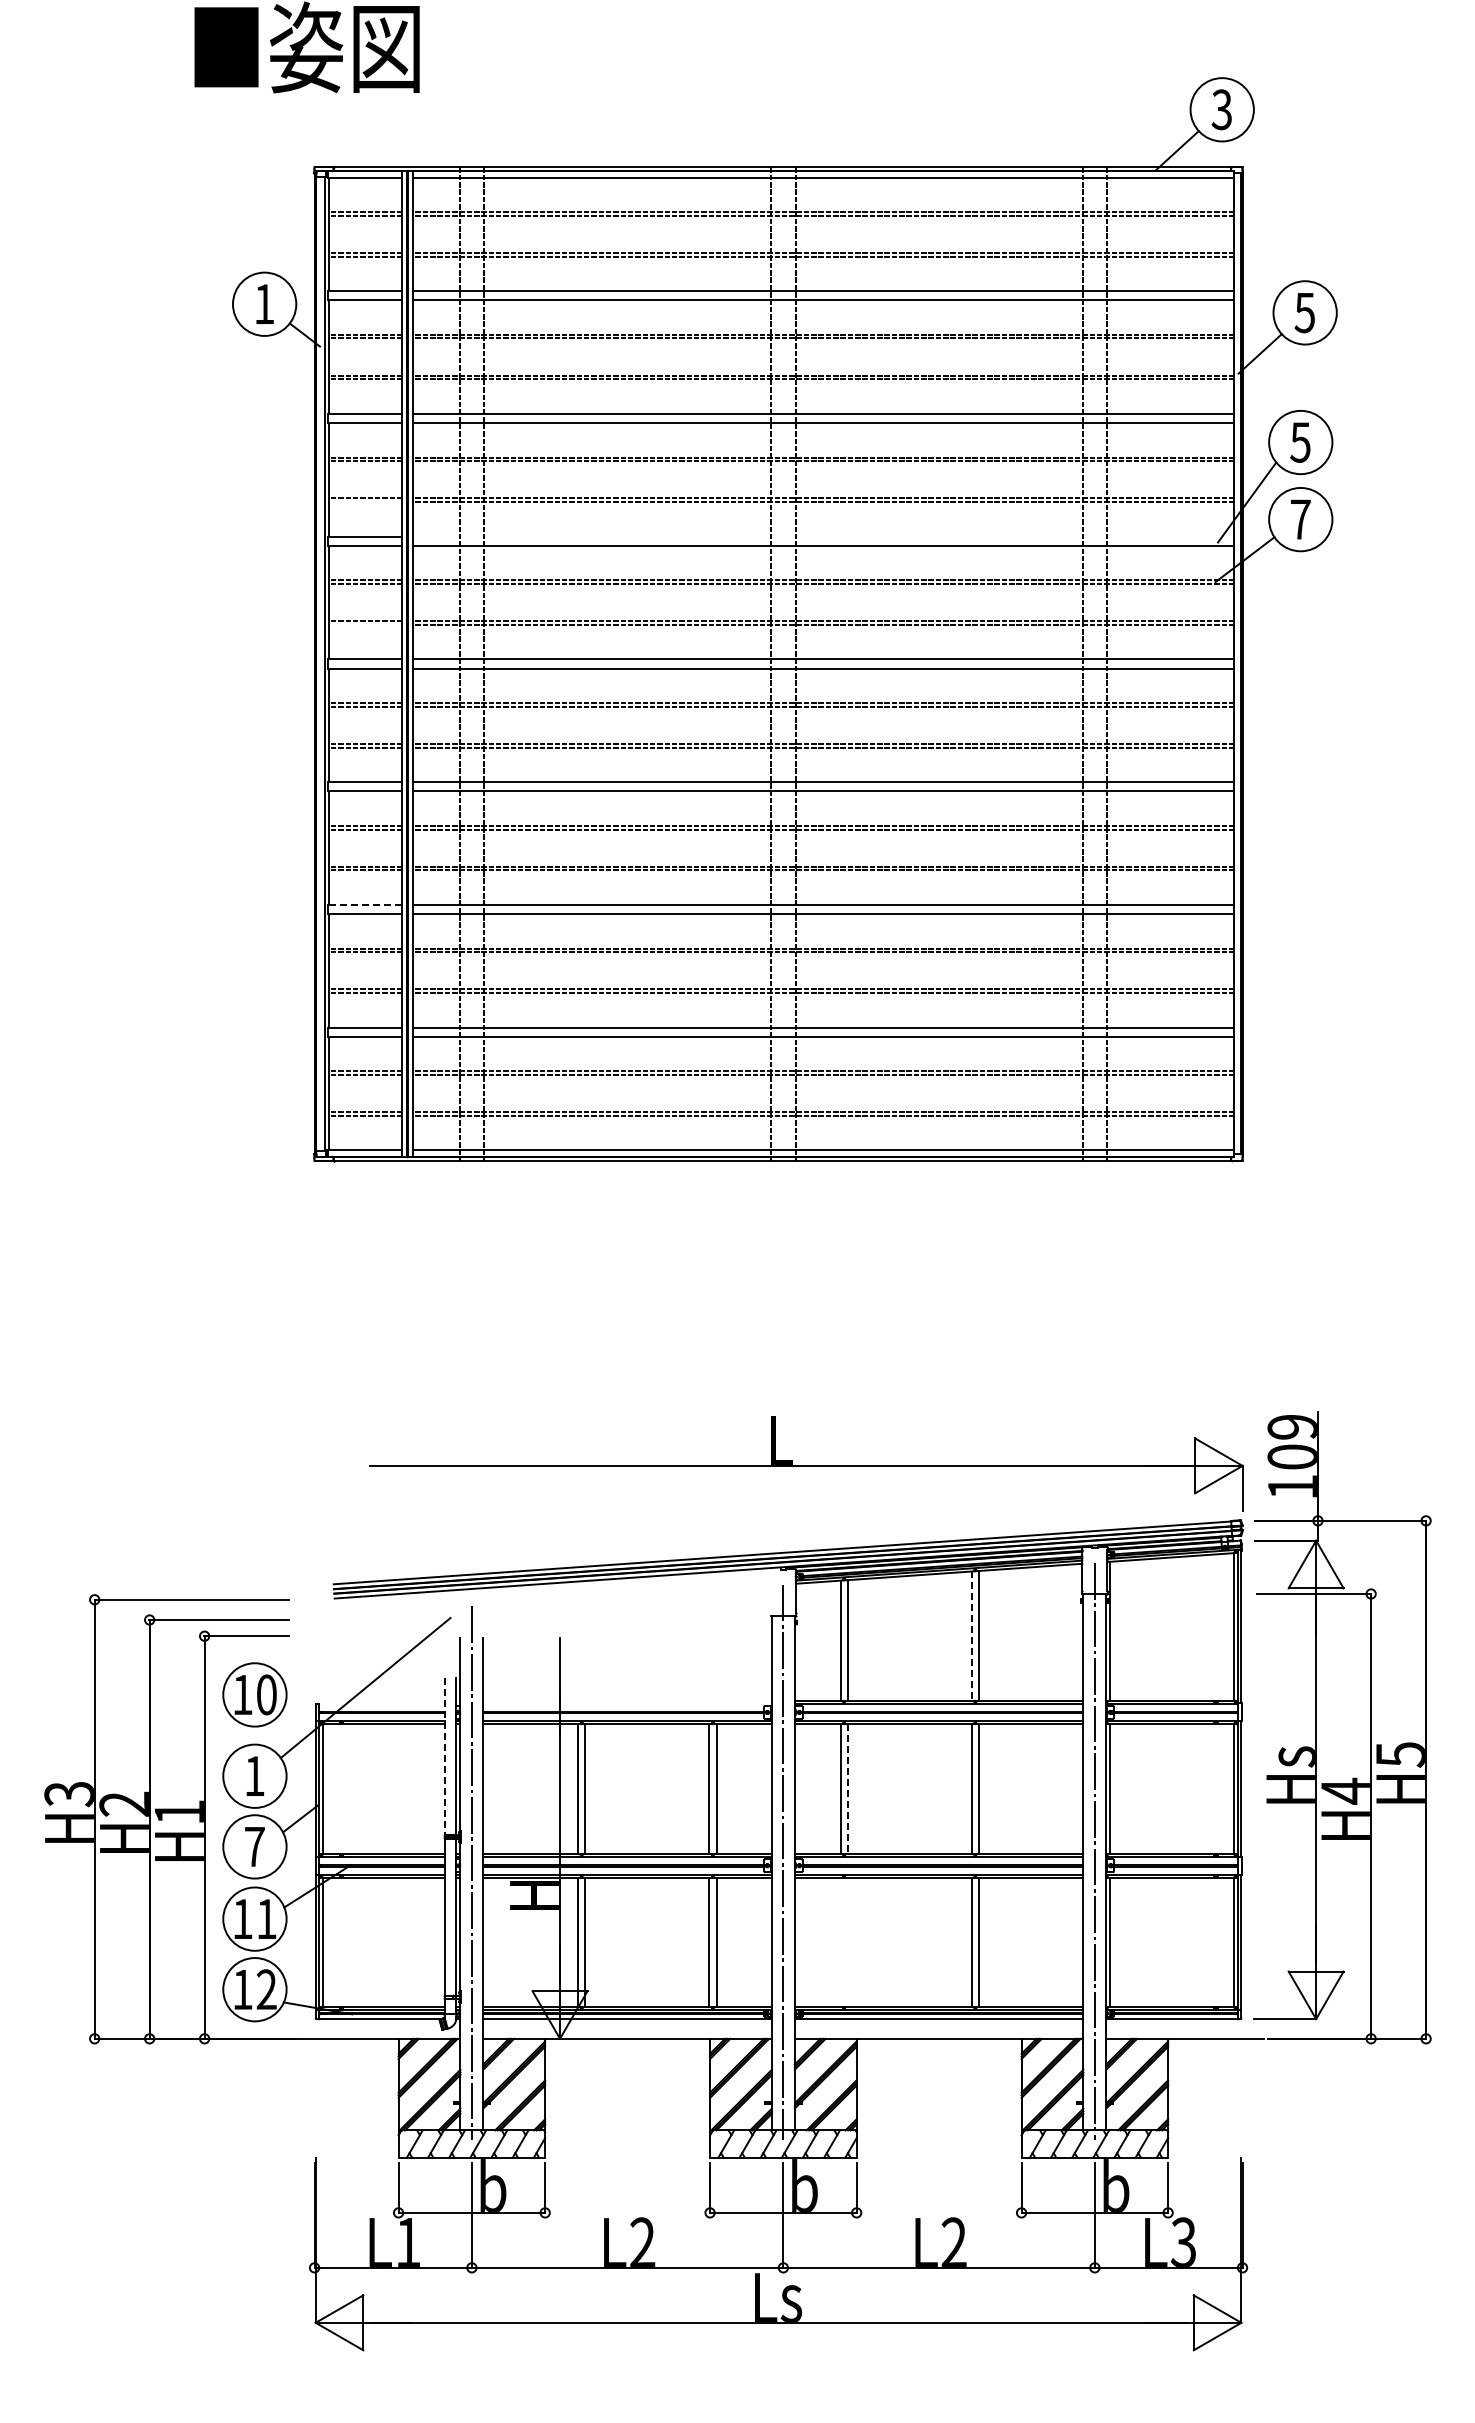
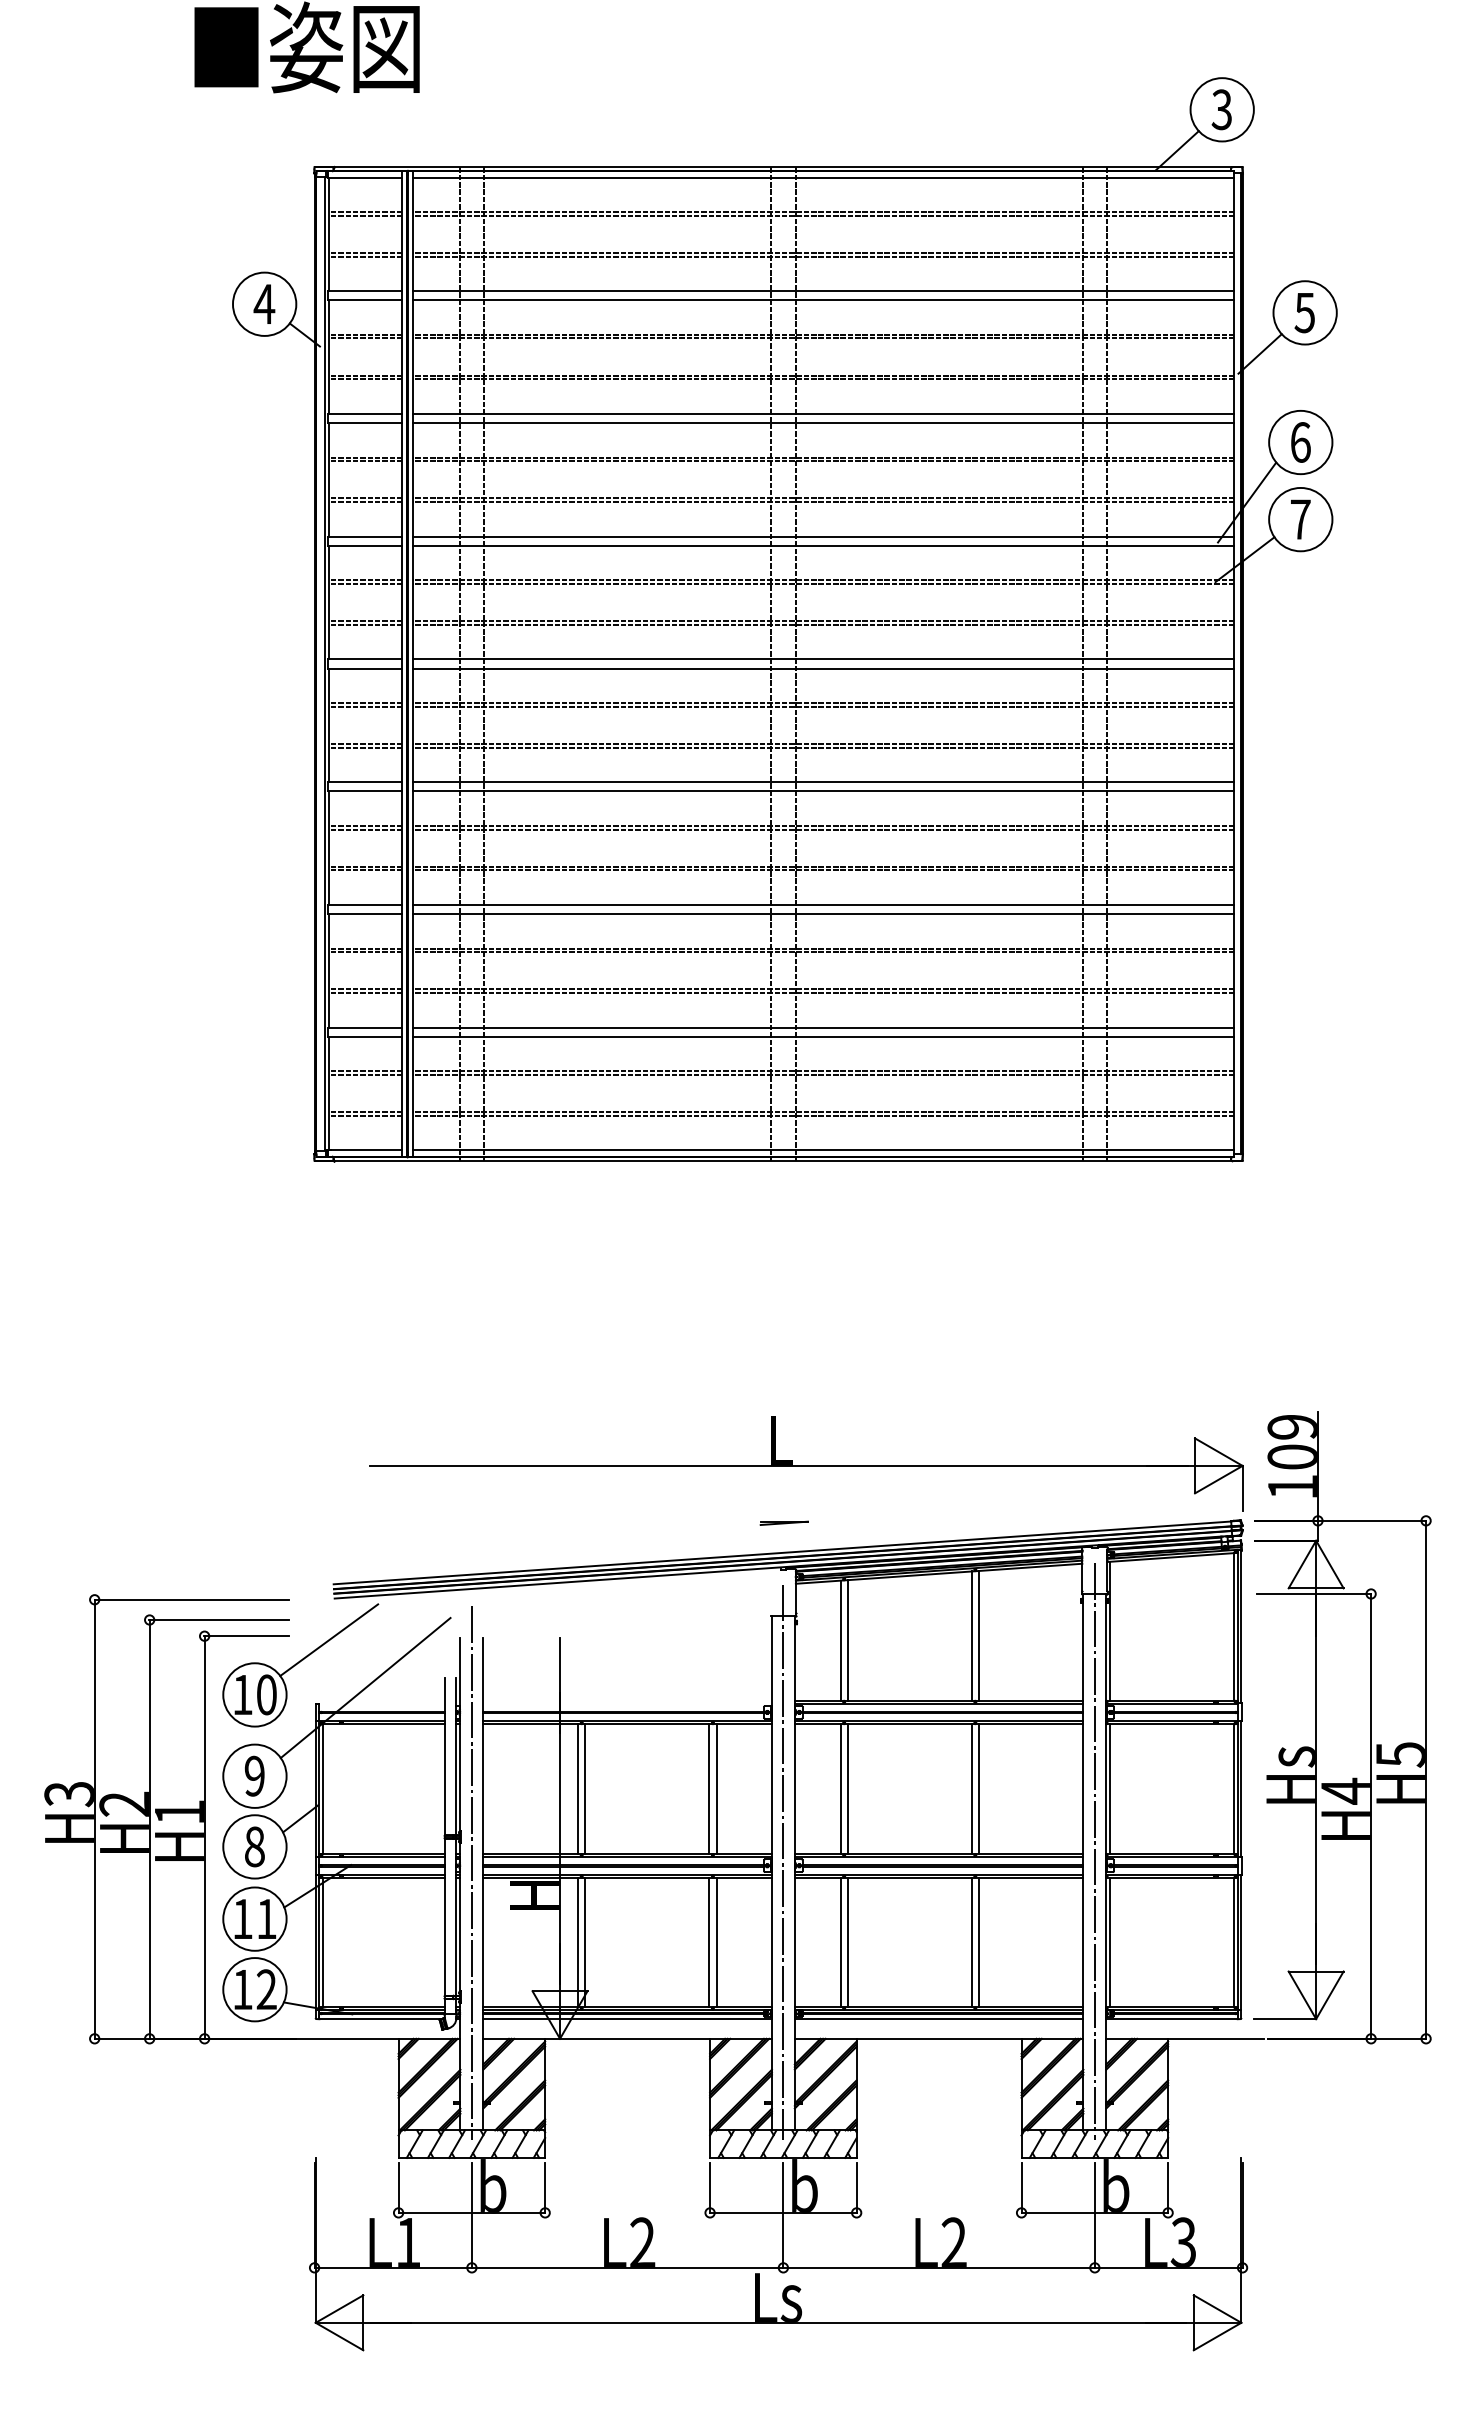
text at (264, 303): 1 -> 4
text at (1300, 442): 5 -> 6
line at (365, 502): none -> present
line at (823, 536): none -> present
line at (365, 624): none -> present
line at (364, 904): dashed -> solid
line at (783, 1522): none -> present
line at (971, 1636): dashed -> solid
line at (329, 1639): none -> present
line at (445, 1756): dashed -> solid
text at (254, 1775): 1 -> 9
line at (847, 1789): dashed -> solid
text at (254, 1846): 7 -> 8
line at (840, 1942): none -> present
line at (847, 1942): none -> present
